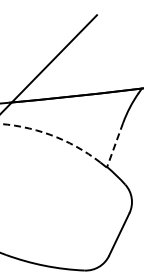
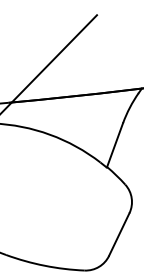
arc at (52, 135): dashed -> solid
line at (115, 145): dashed -> solid
